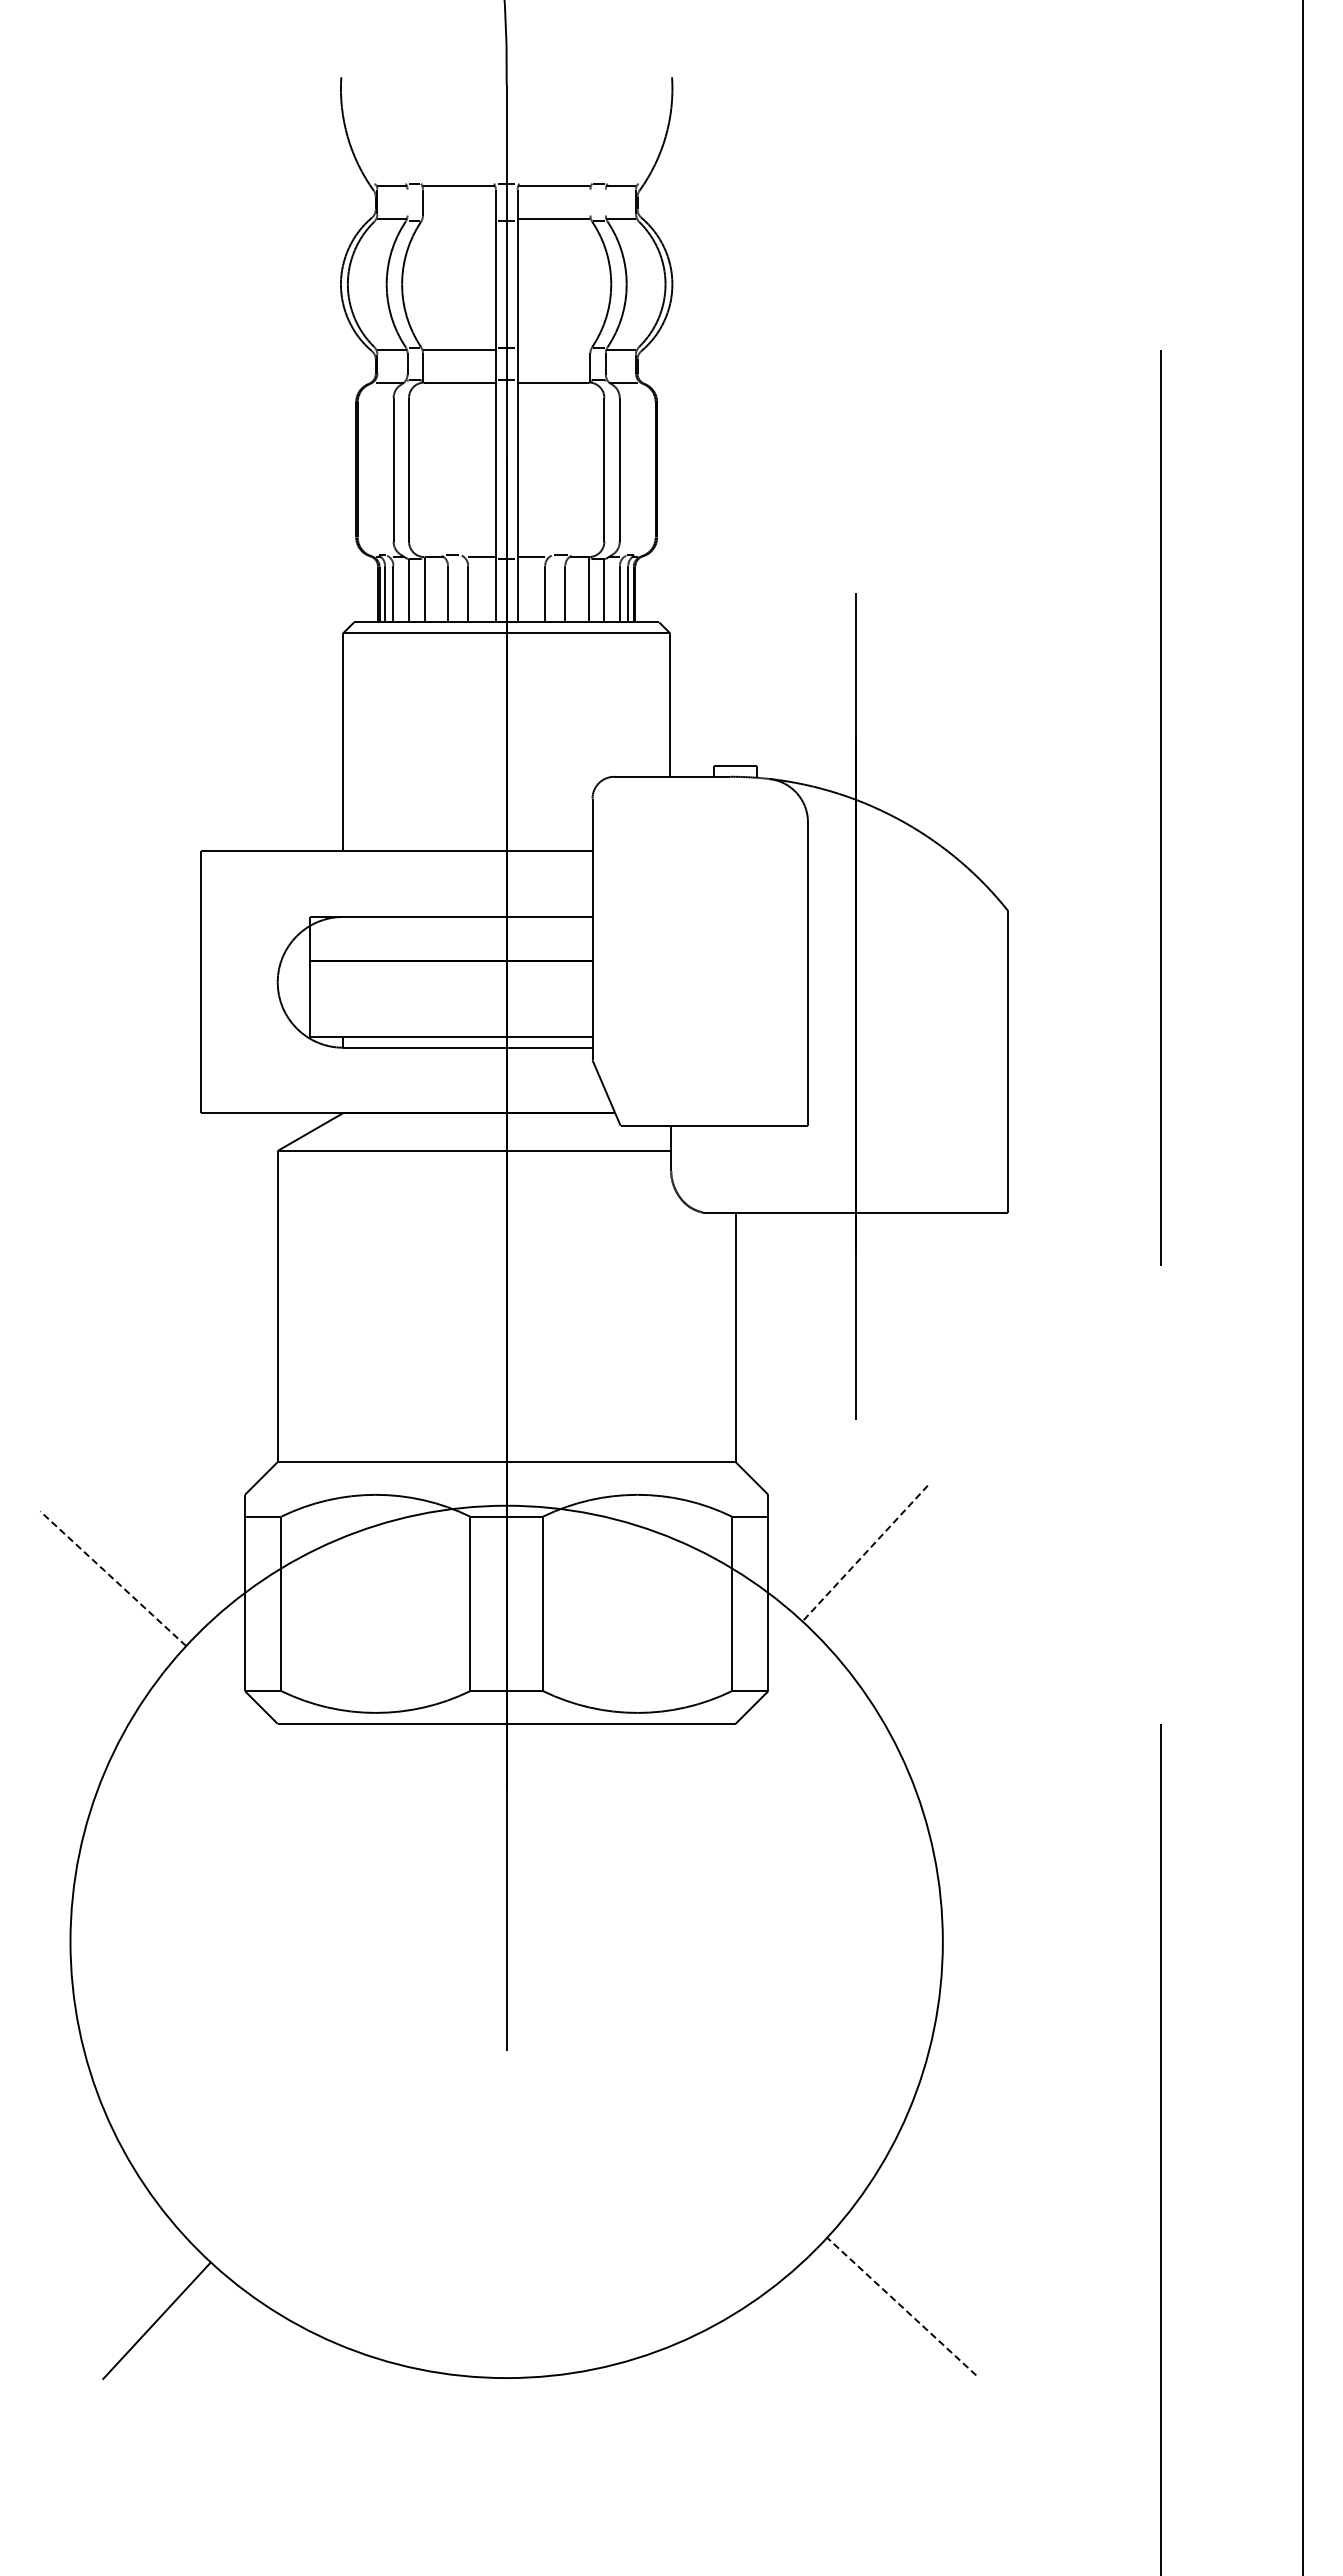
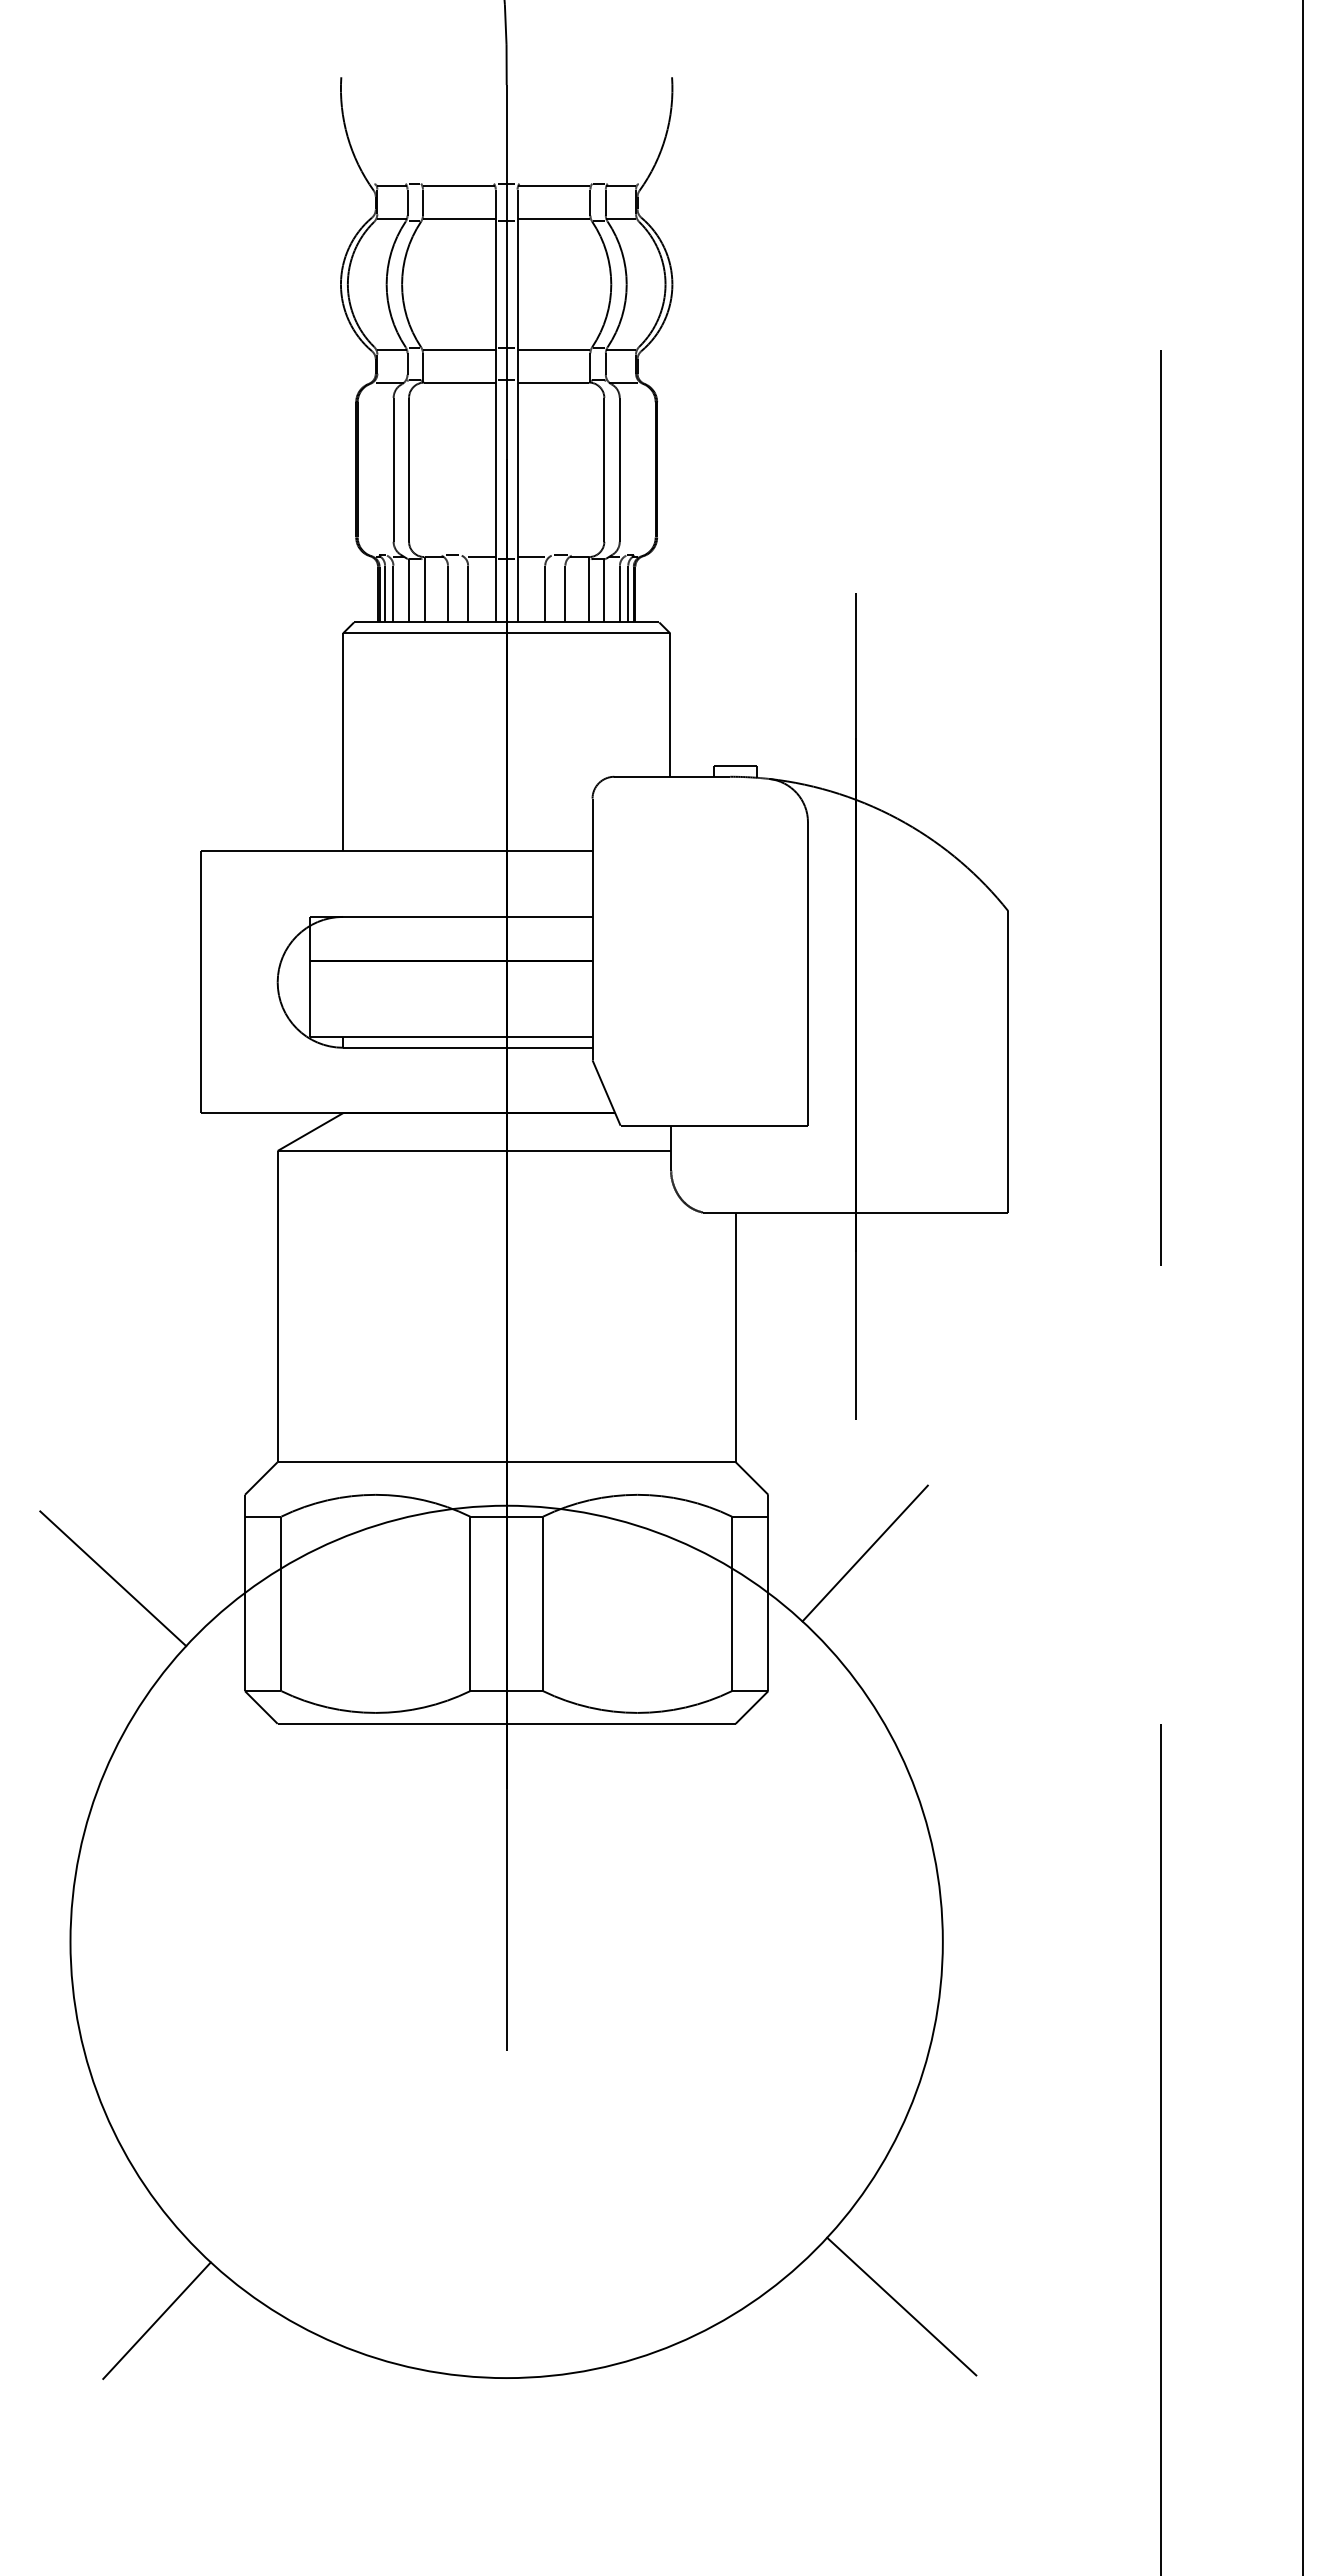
line at (407, 202): none -> present
line at (590, 202): none -> present
line at (605, 202): none -> present
line at (458, 219): none -> present
line at (553, 349): none -> present
line at (864, 1553): dashed -> solid
line at (112, 1578): dashed -> solid
line at (901, 2306): dashed -> solid
